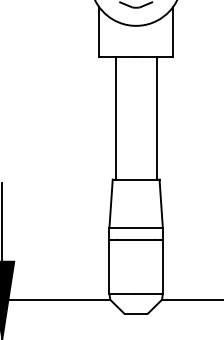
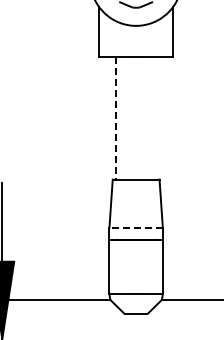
line at (156, 117): present -> none
line at (115, 118): solid -> dashed
line at (136, 227): solid -> dashed
